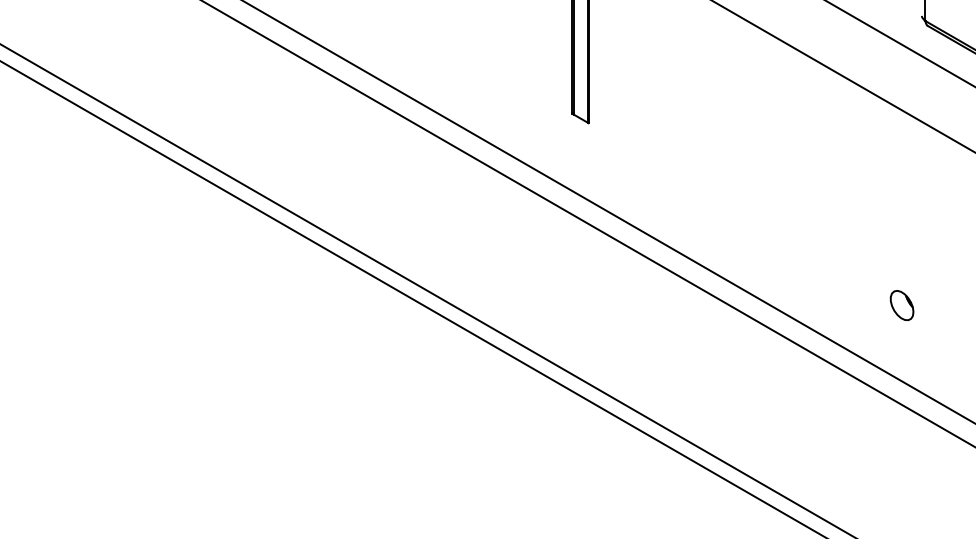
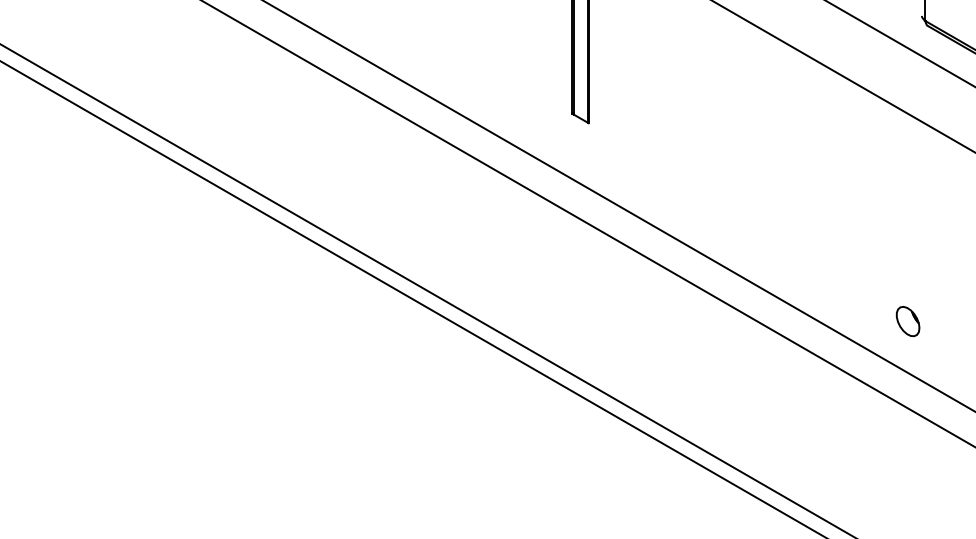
line at (608, 212) position: (608, 212) -> (618, 206)
part at (901, 305) position: (901, 305) -> (907, 321)
